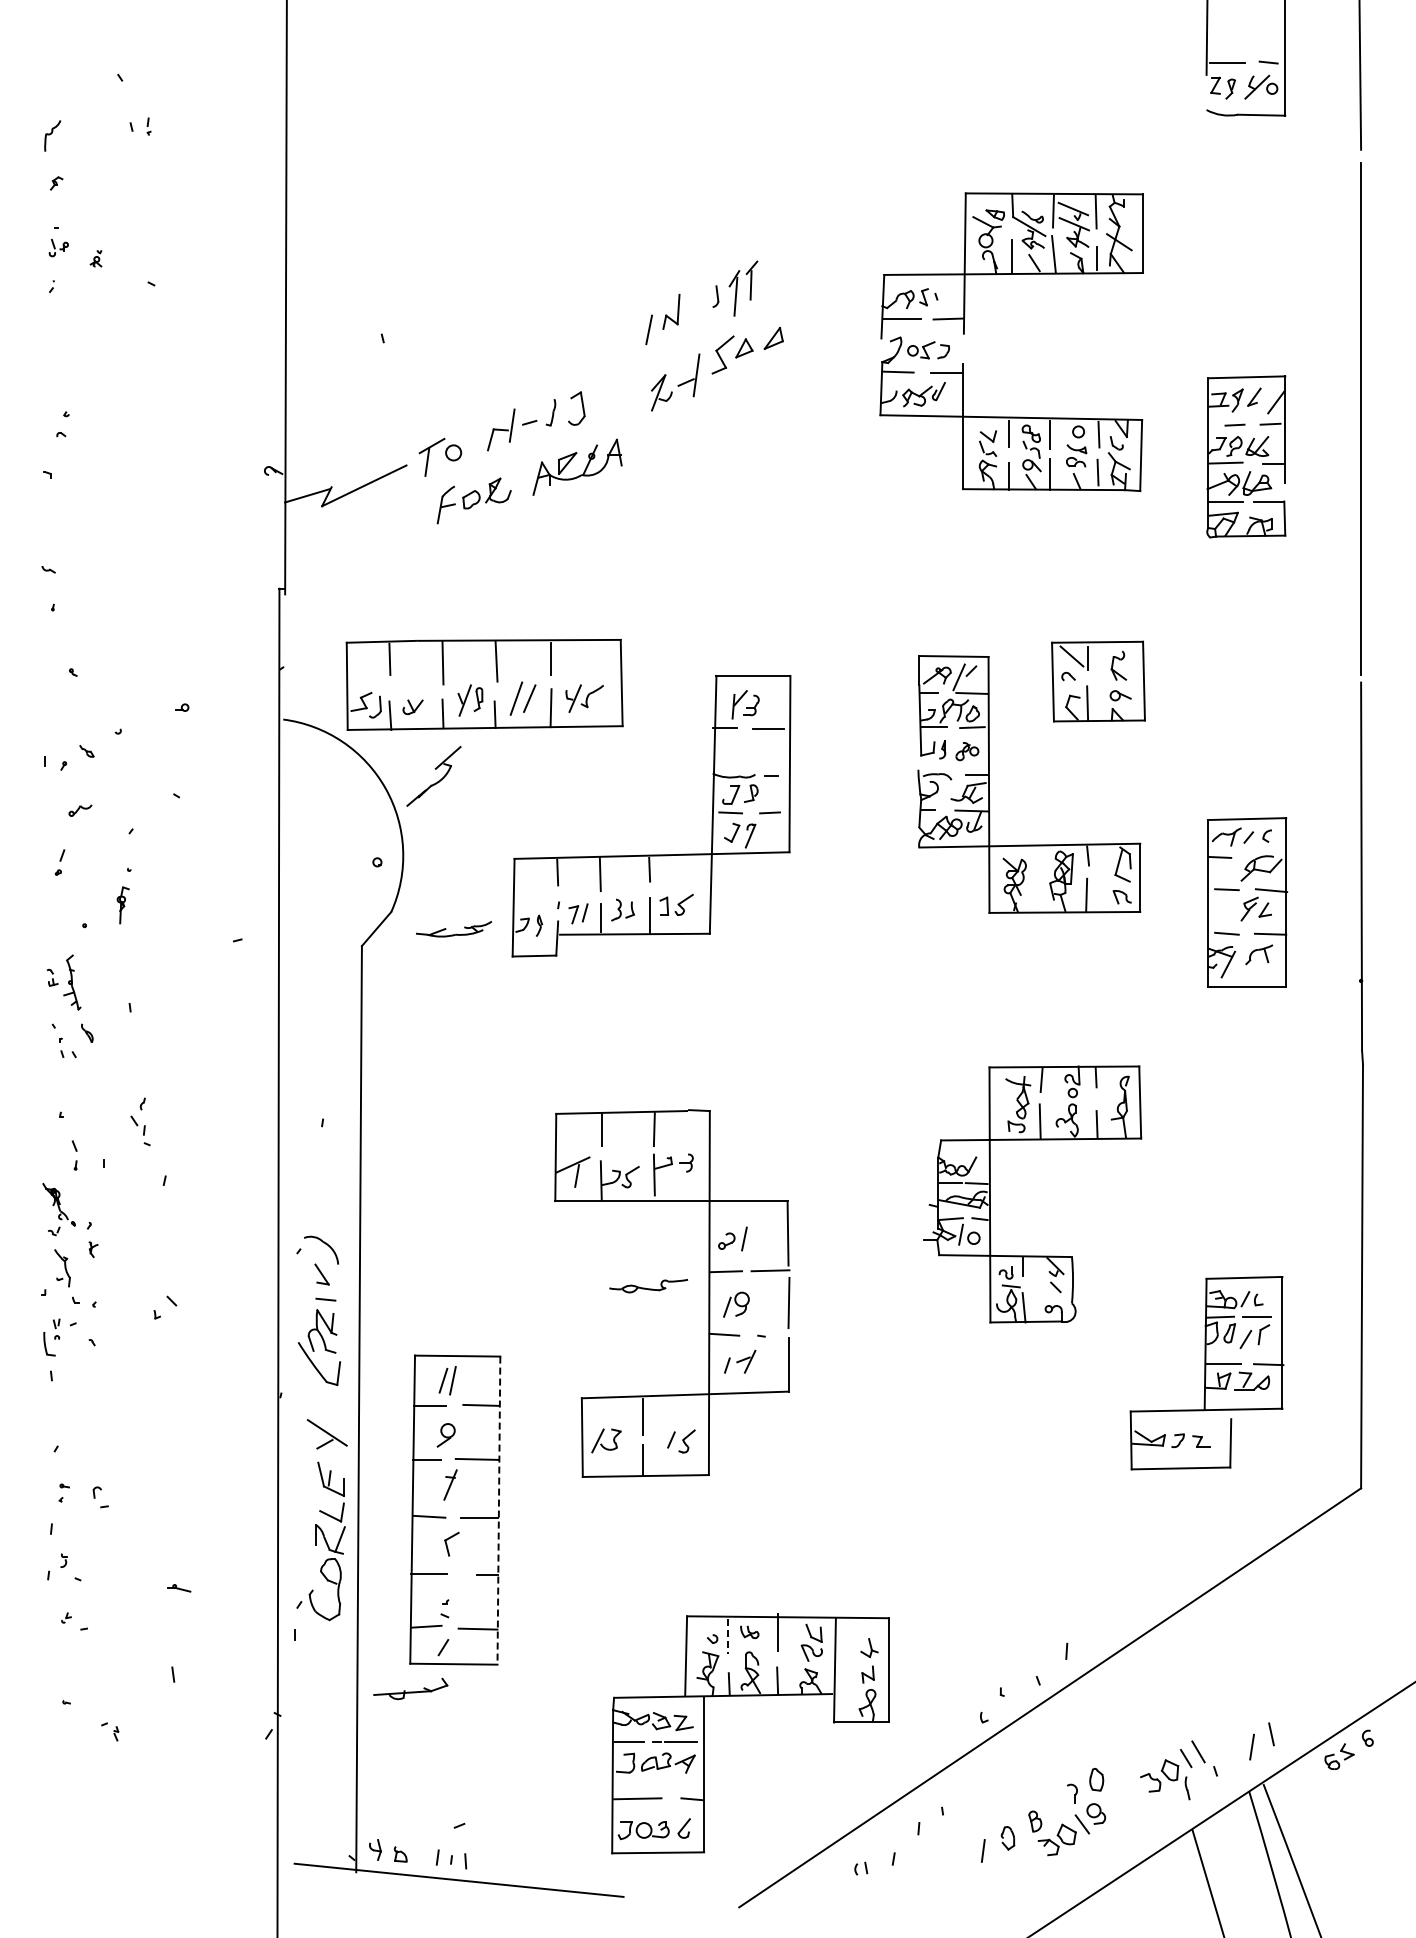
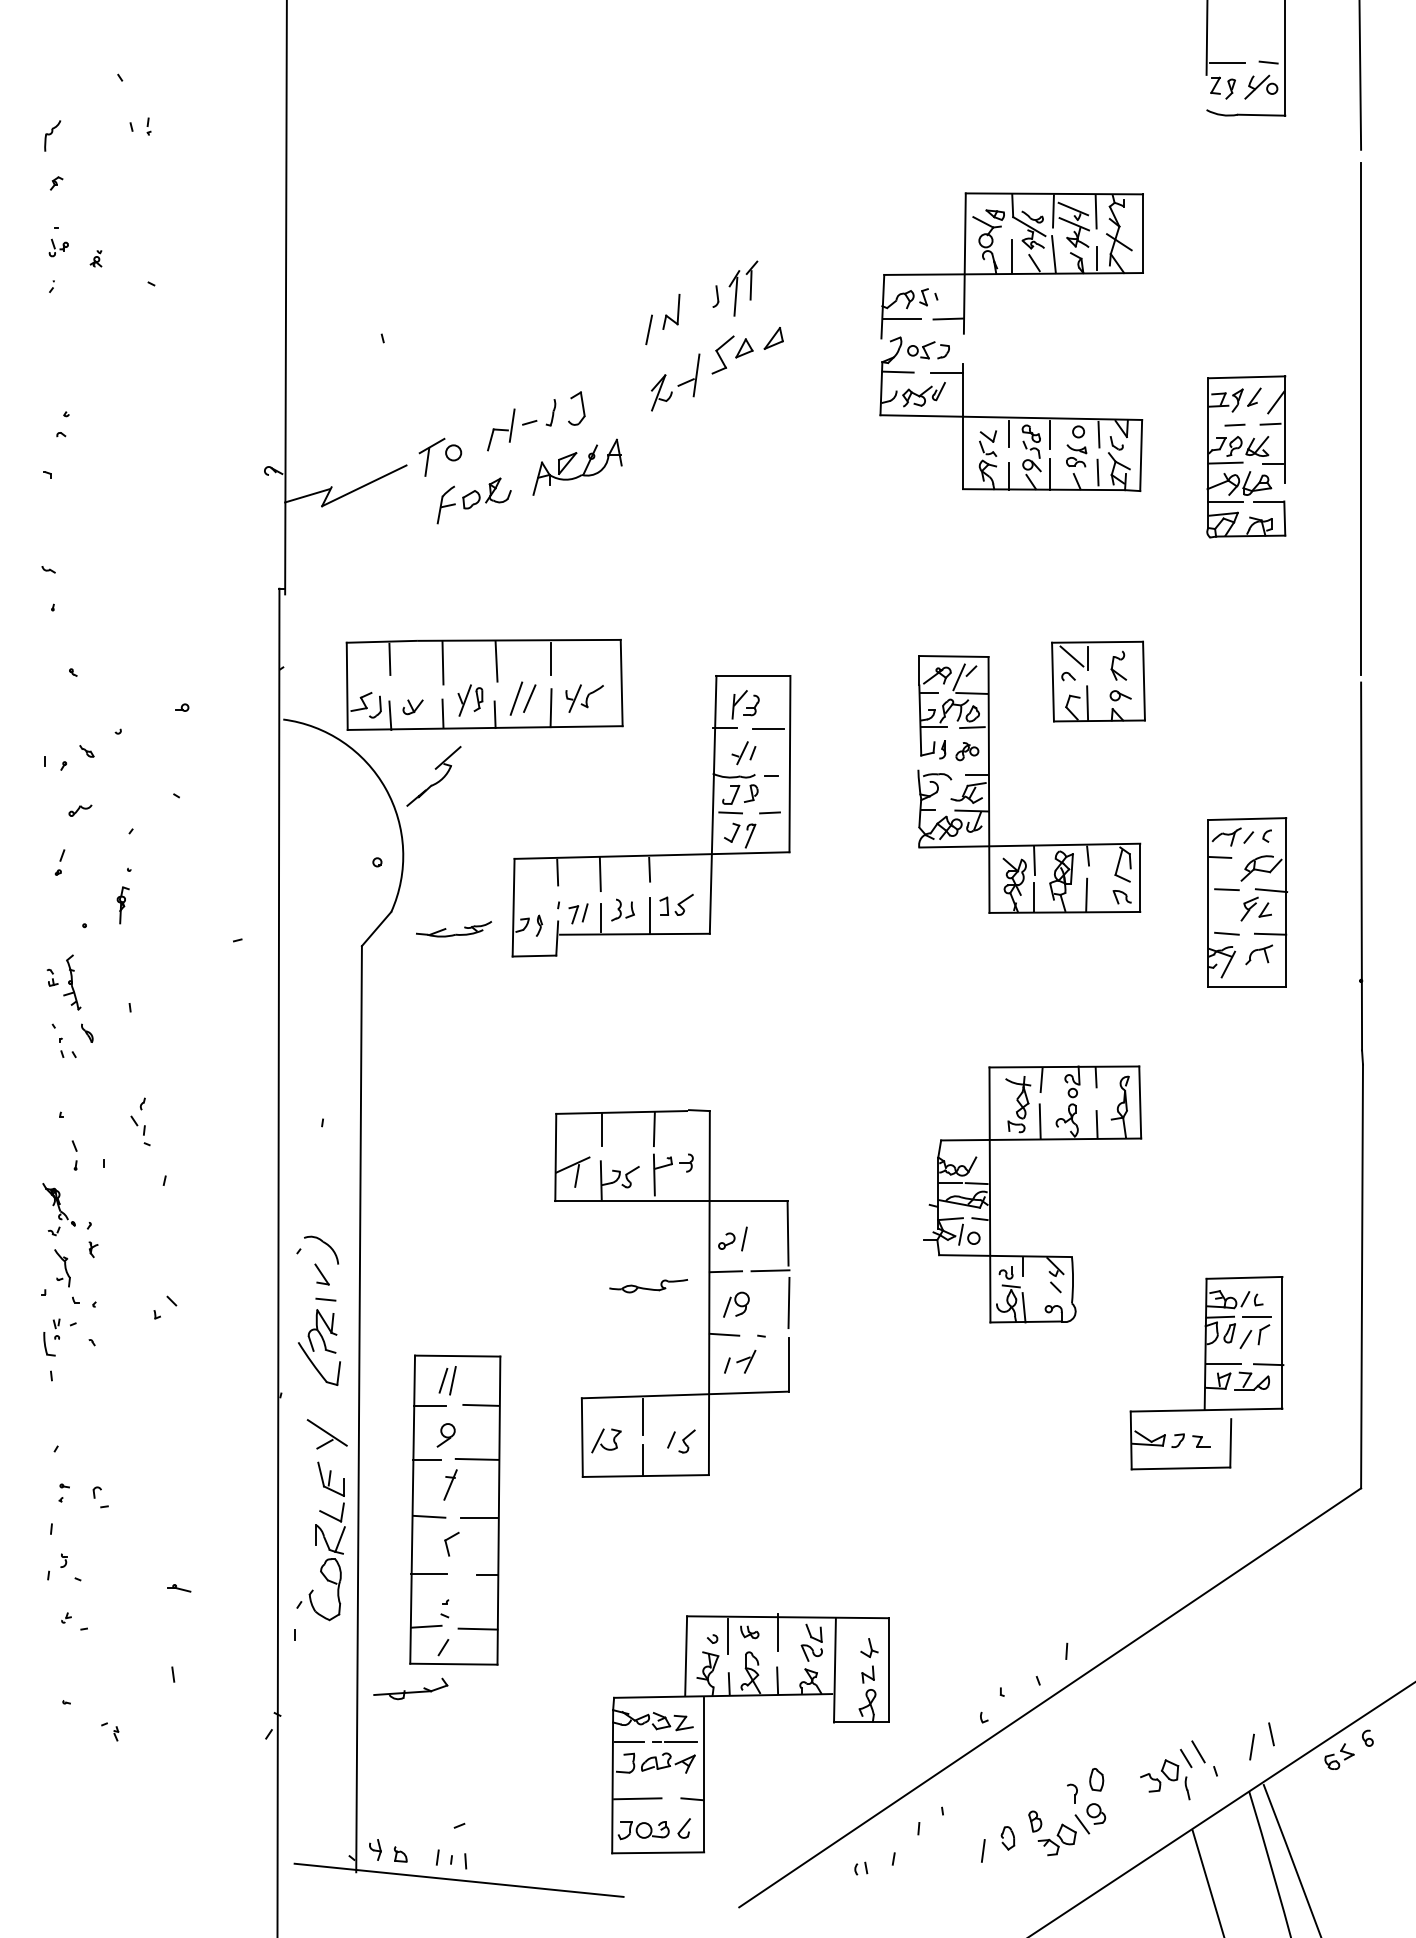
part at (743, 753): none -> present
line at (1034, 860): none -> present
line at (1034, 896): none -> present
line at (498, 1511): dashed -> solid
line at (727, 1636): dashed -> solid
